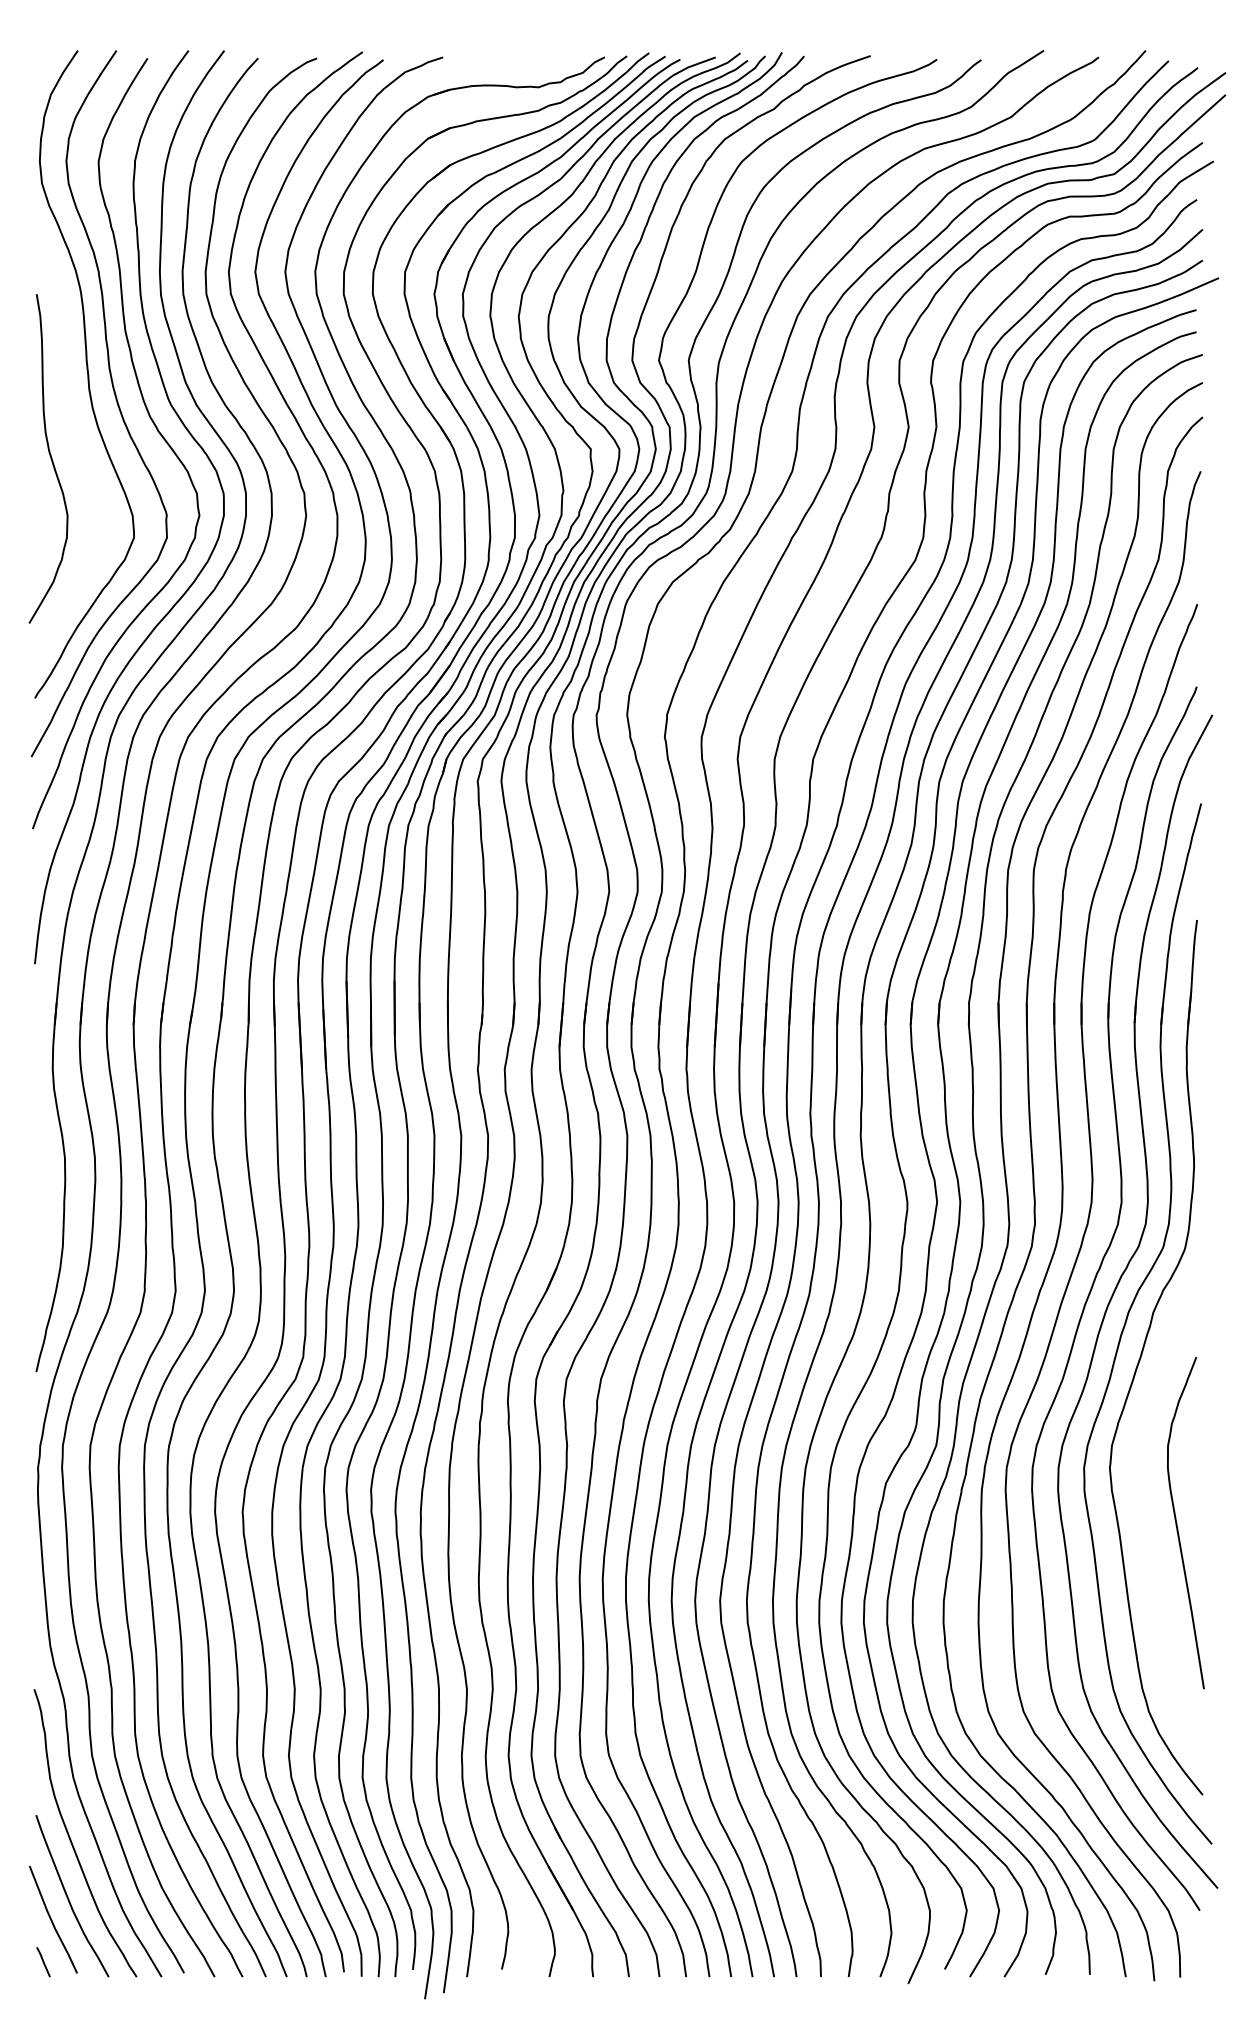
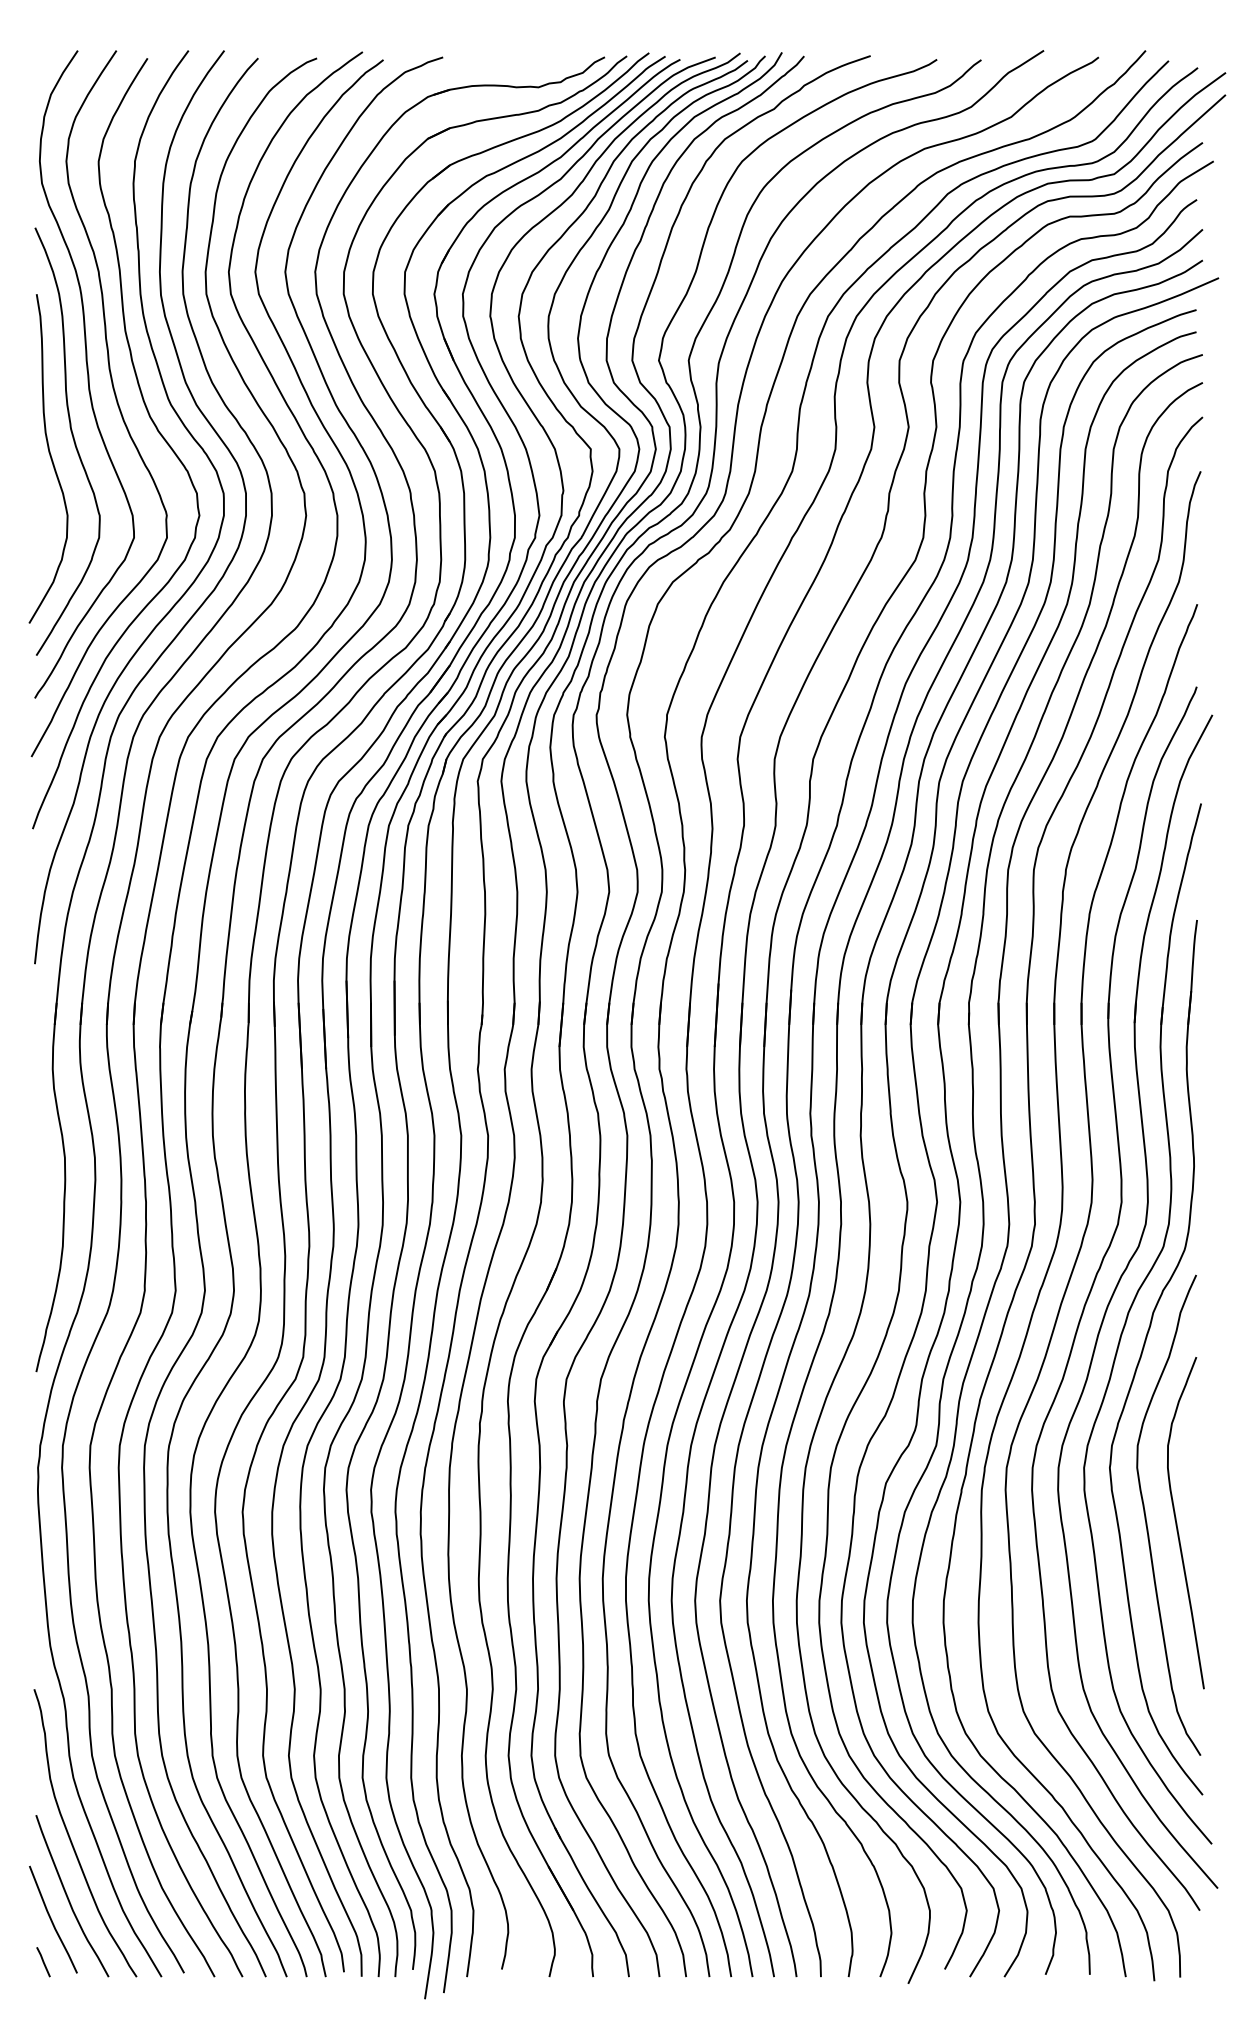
curve at (72, 438): none -> present
curve at (1146, 1516): none -> present
